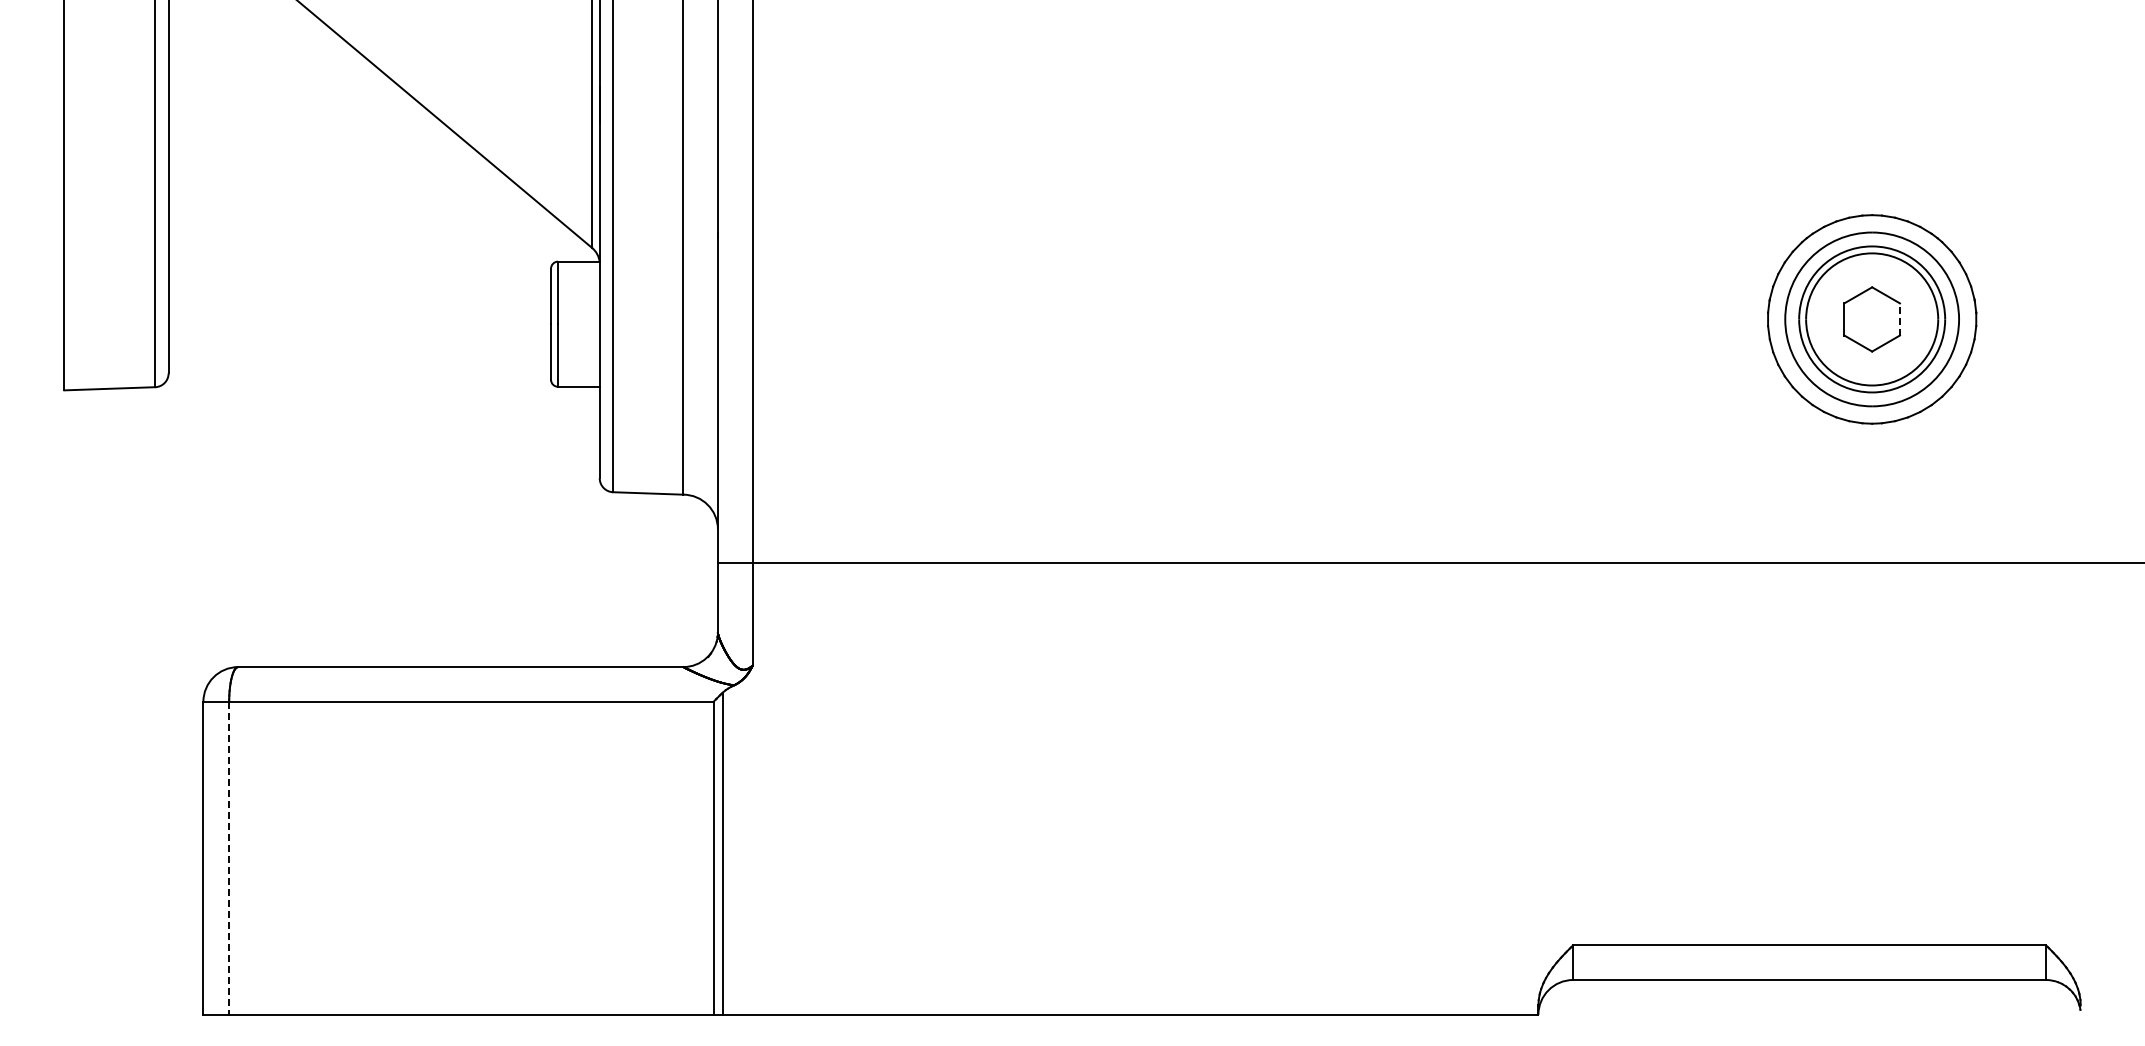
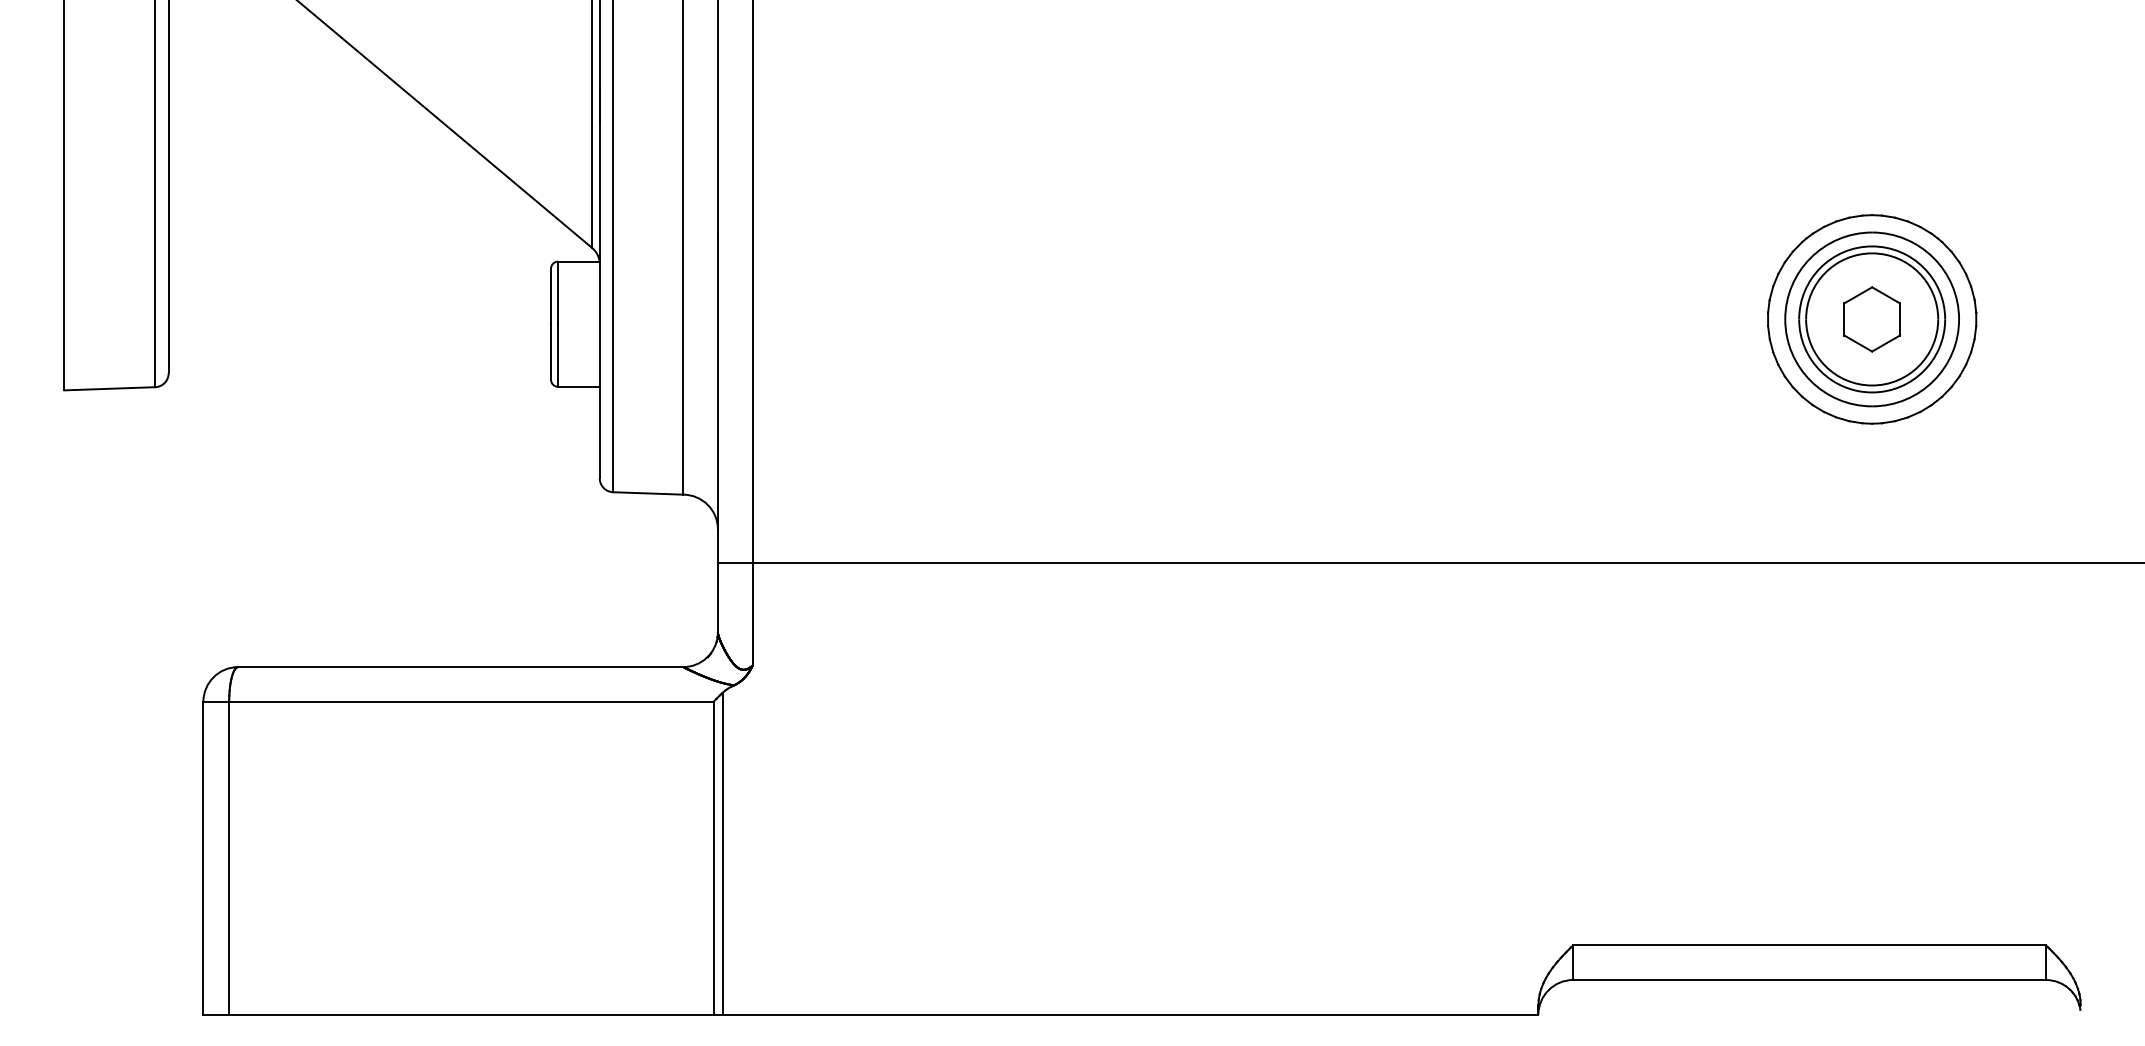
line at (1899, 318): dashed -> solid
line at (229, 858): dashed -> solid
